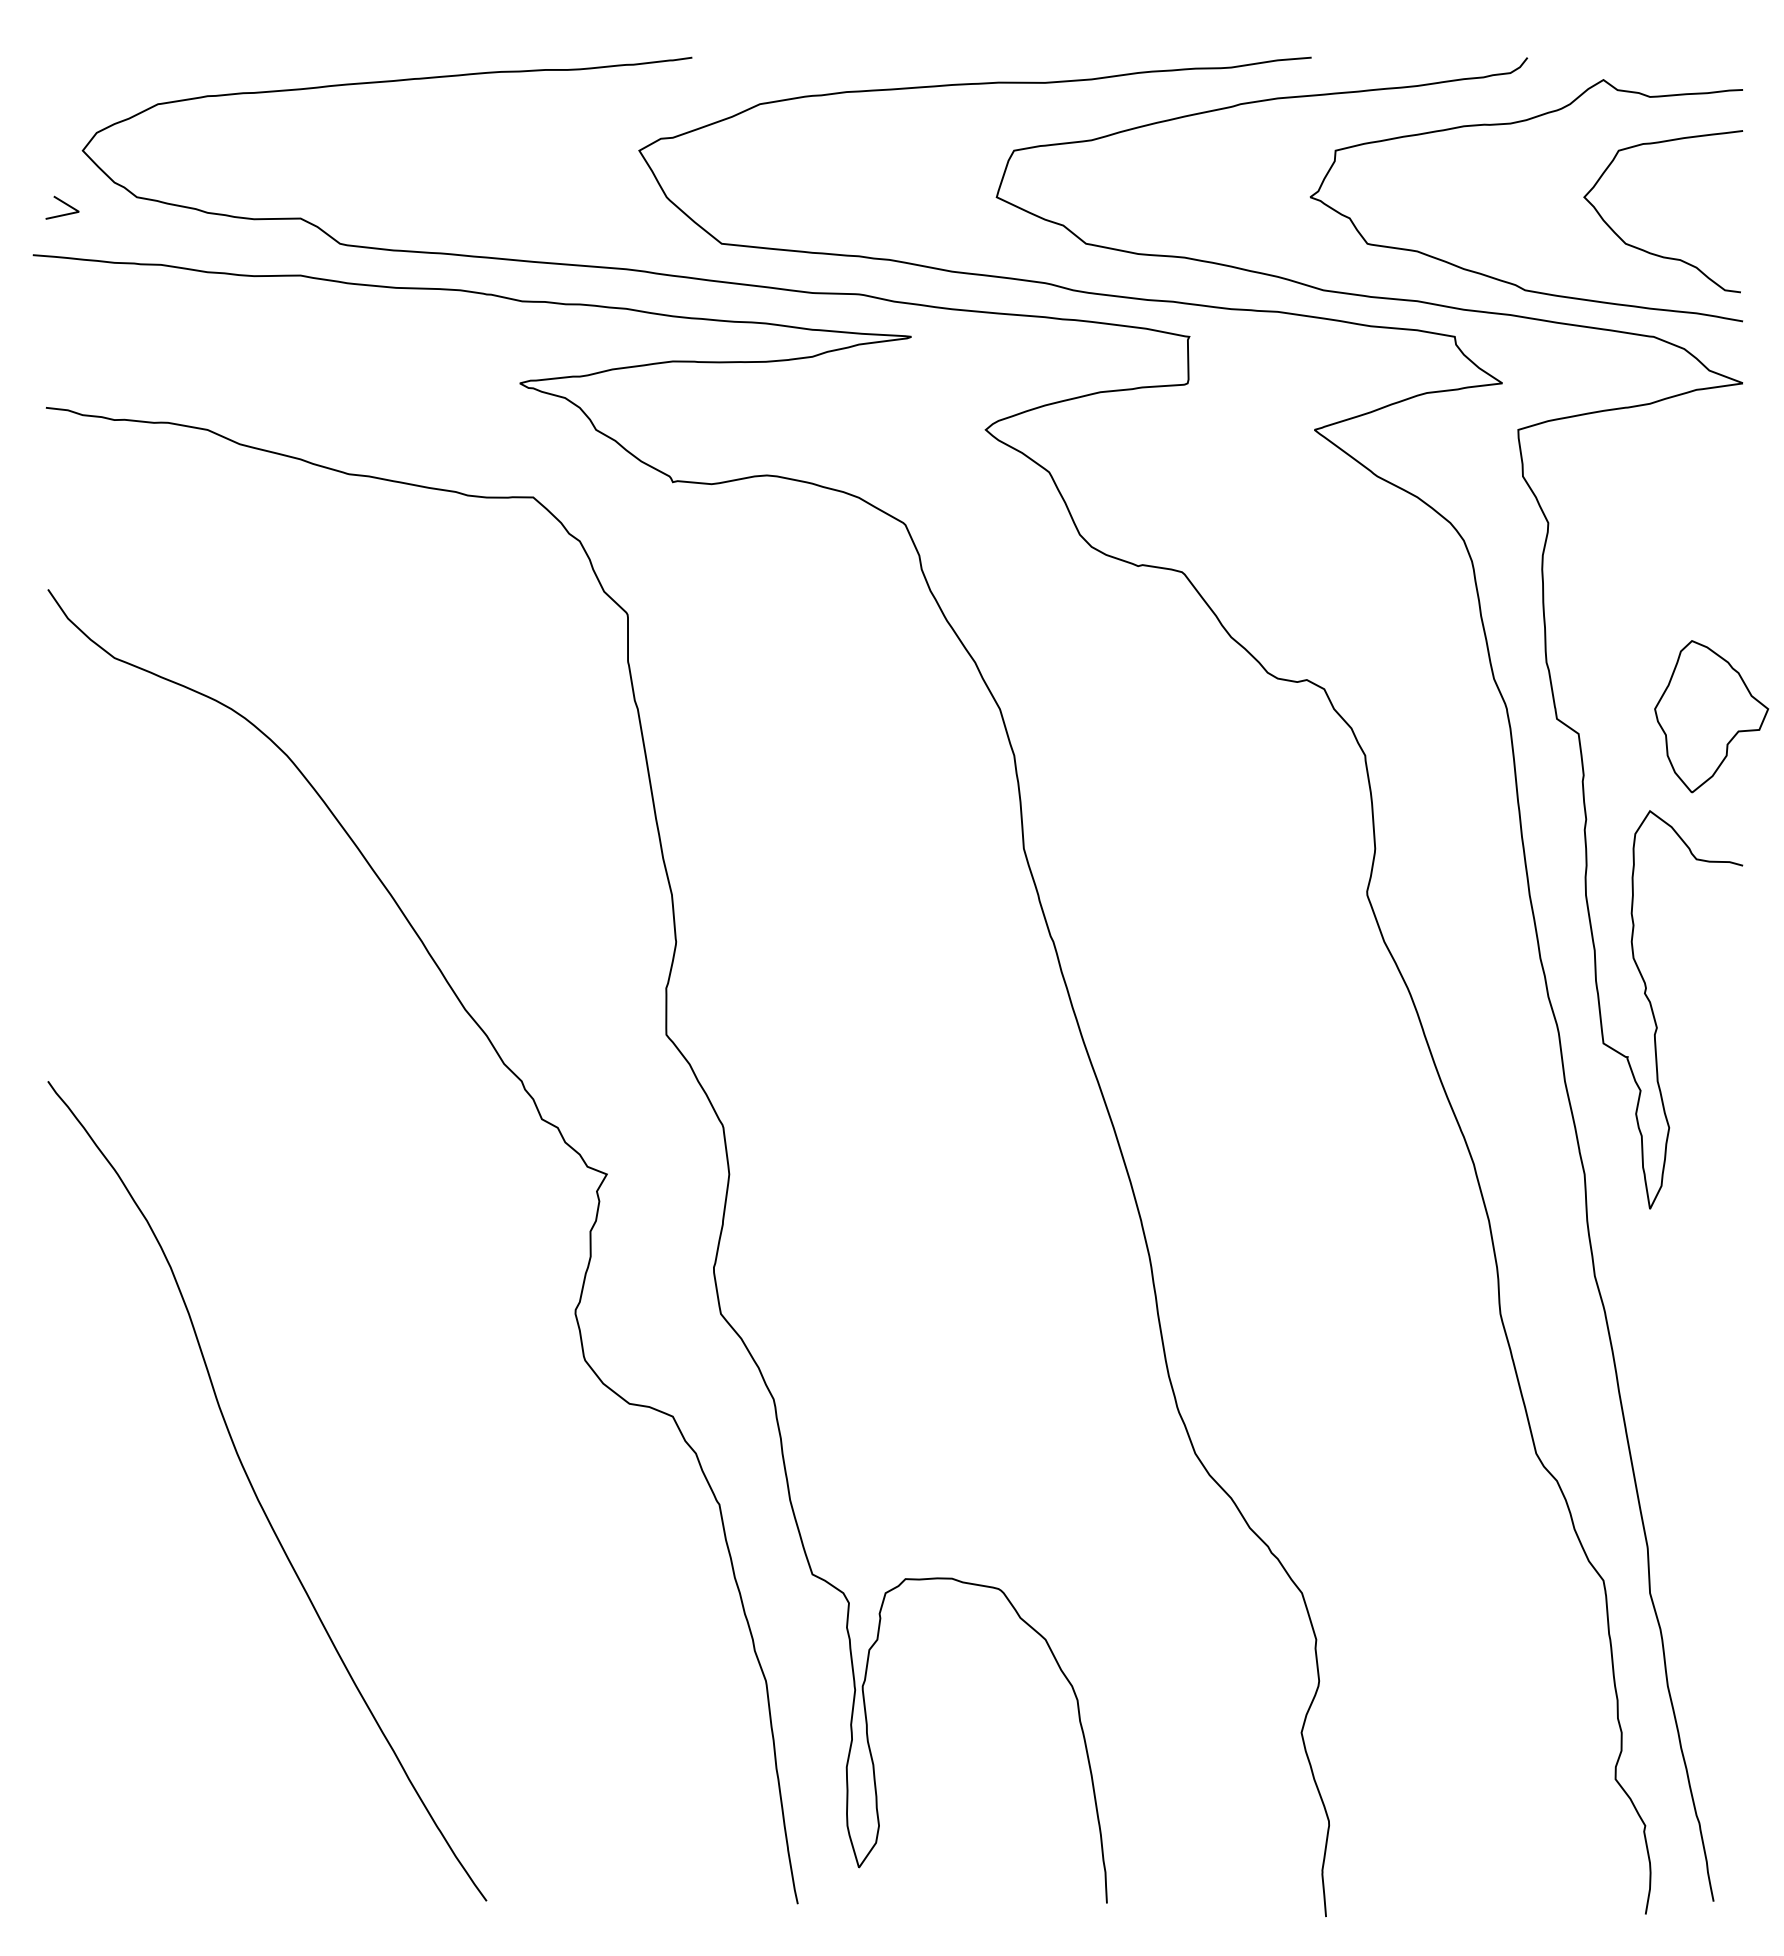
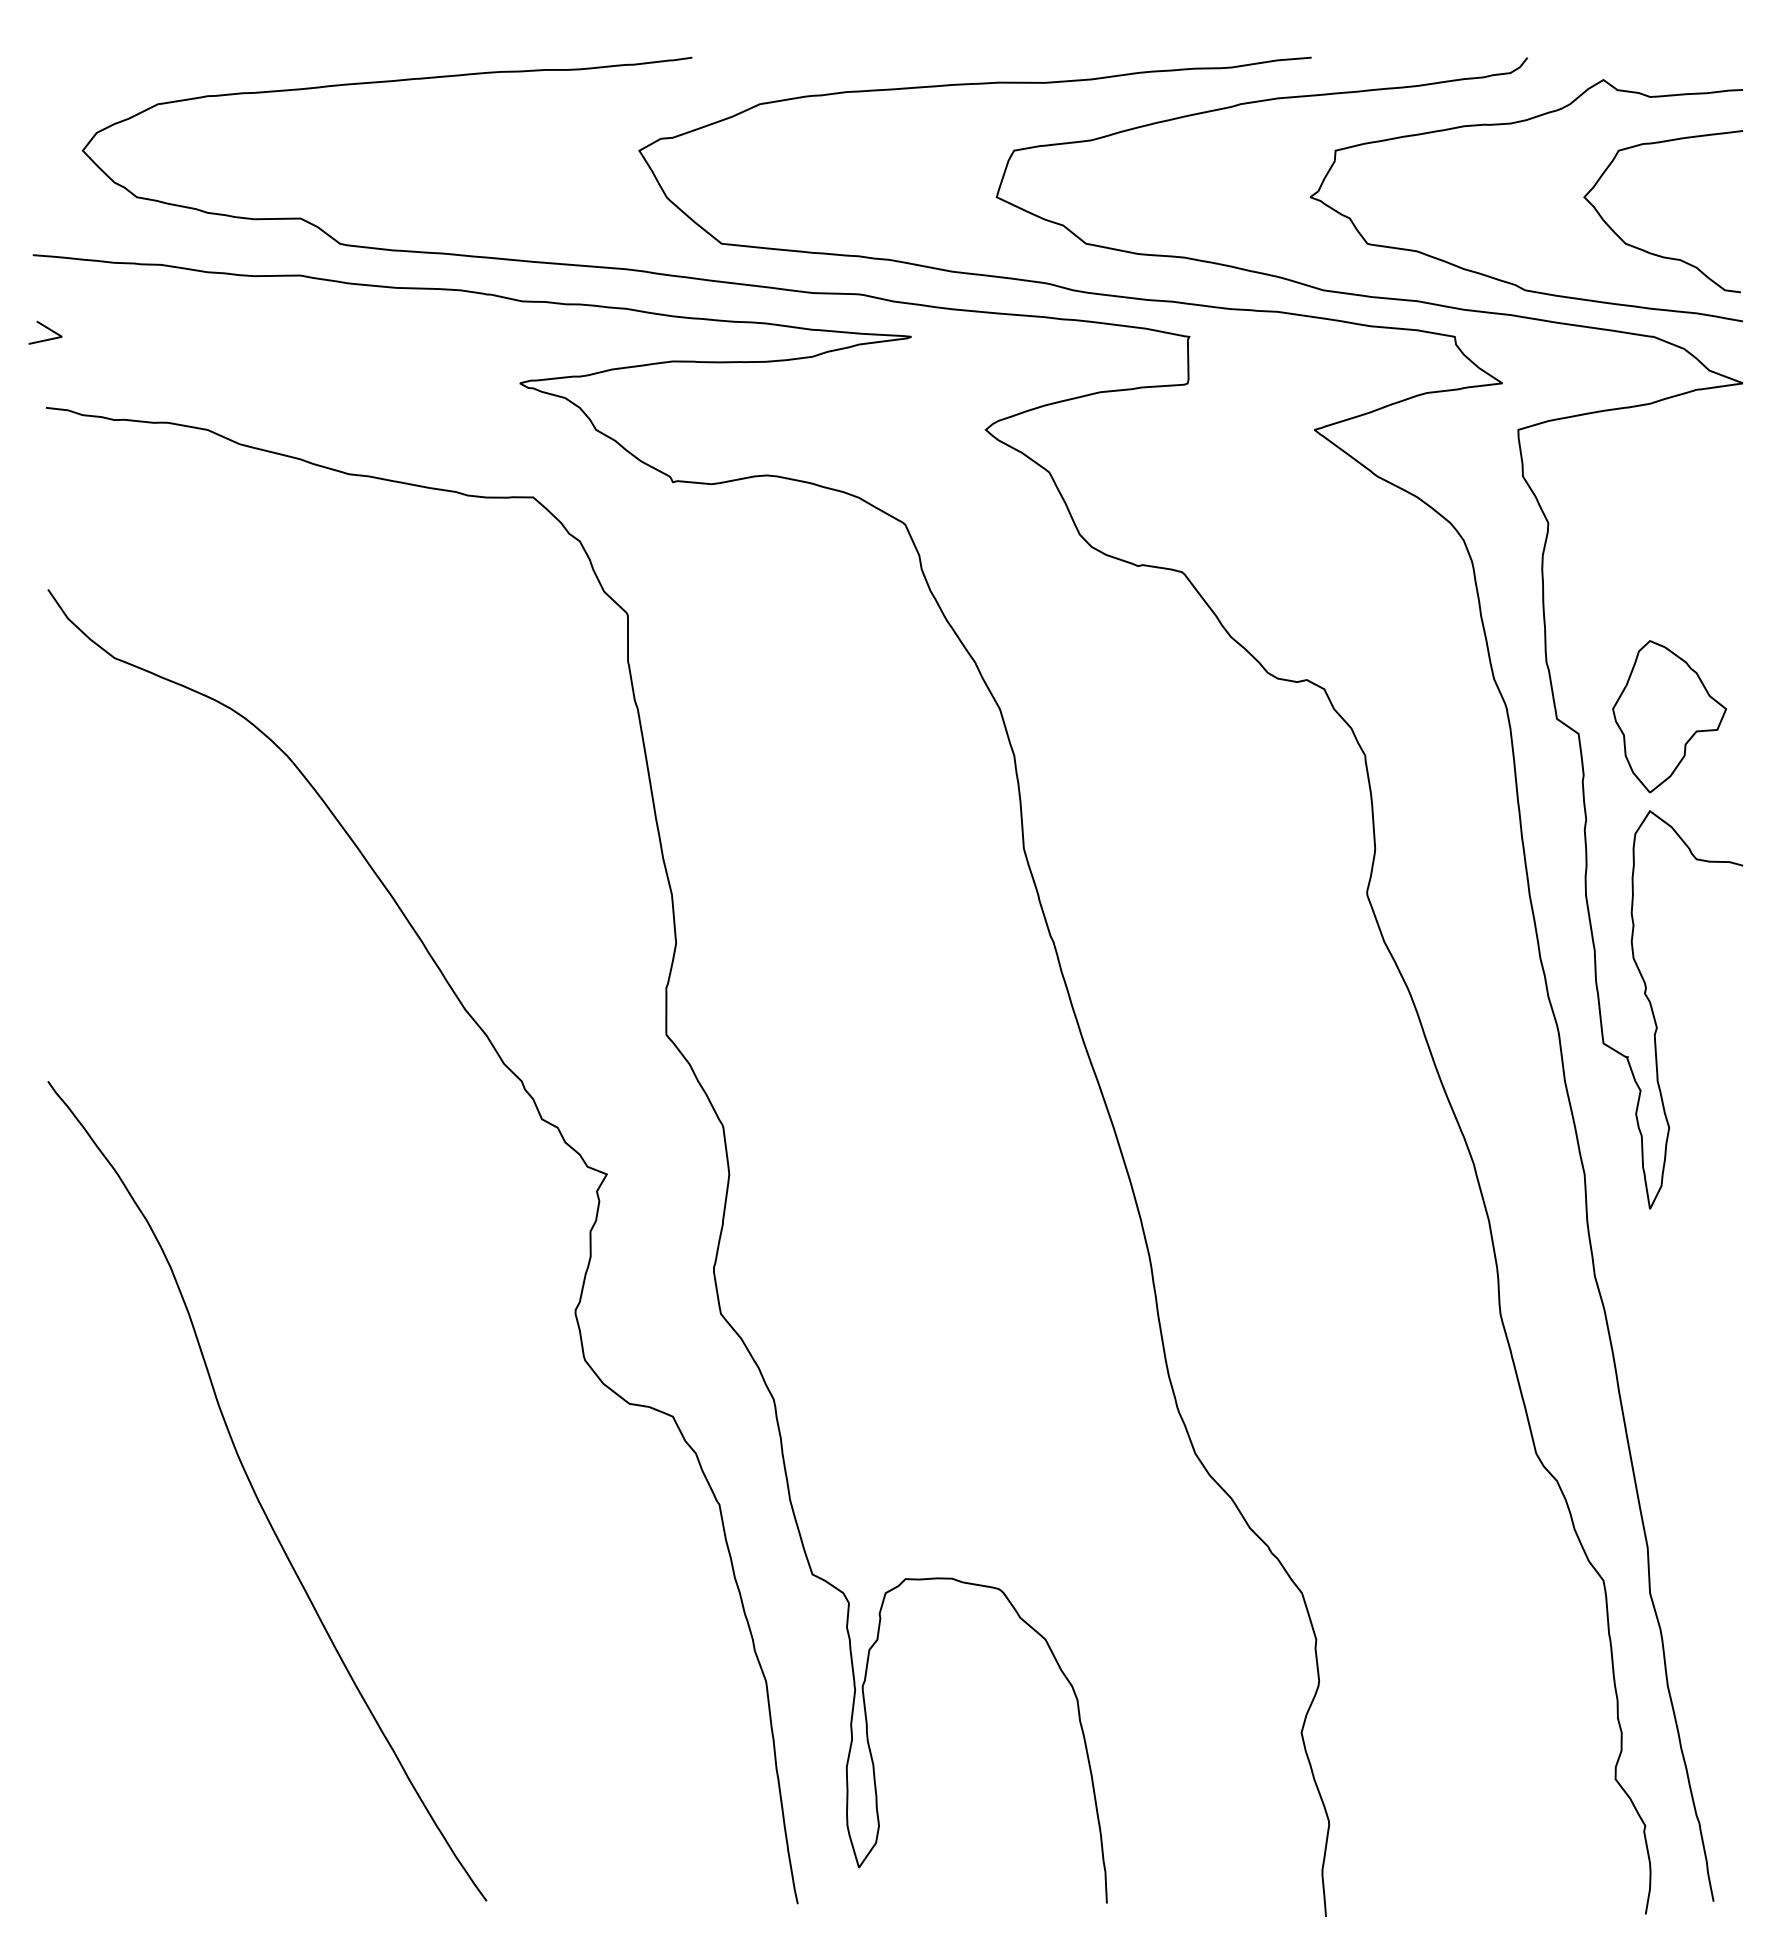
line at (63, 203) position: (63, 203) -> (46, 328)
part at (1711, 716) position: (1711, 716) -> (1669, 716)
